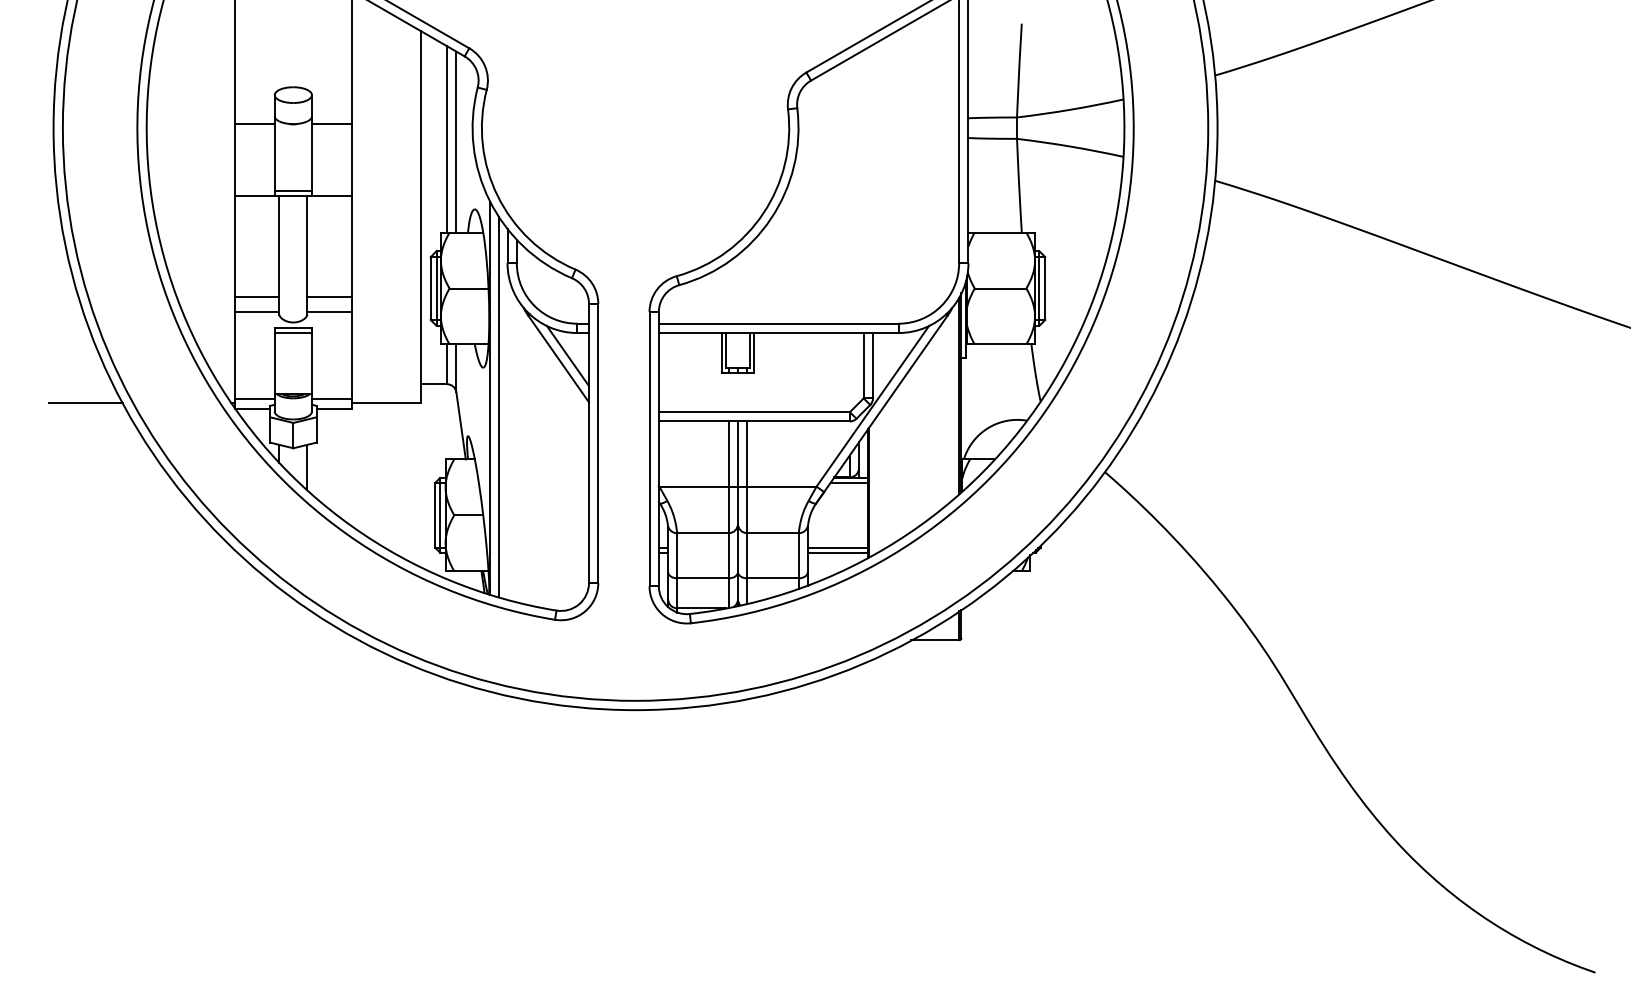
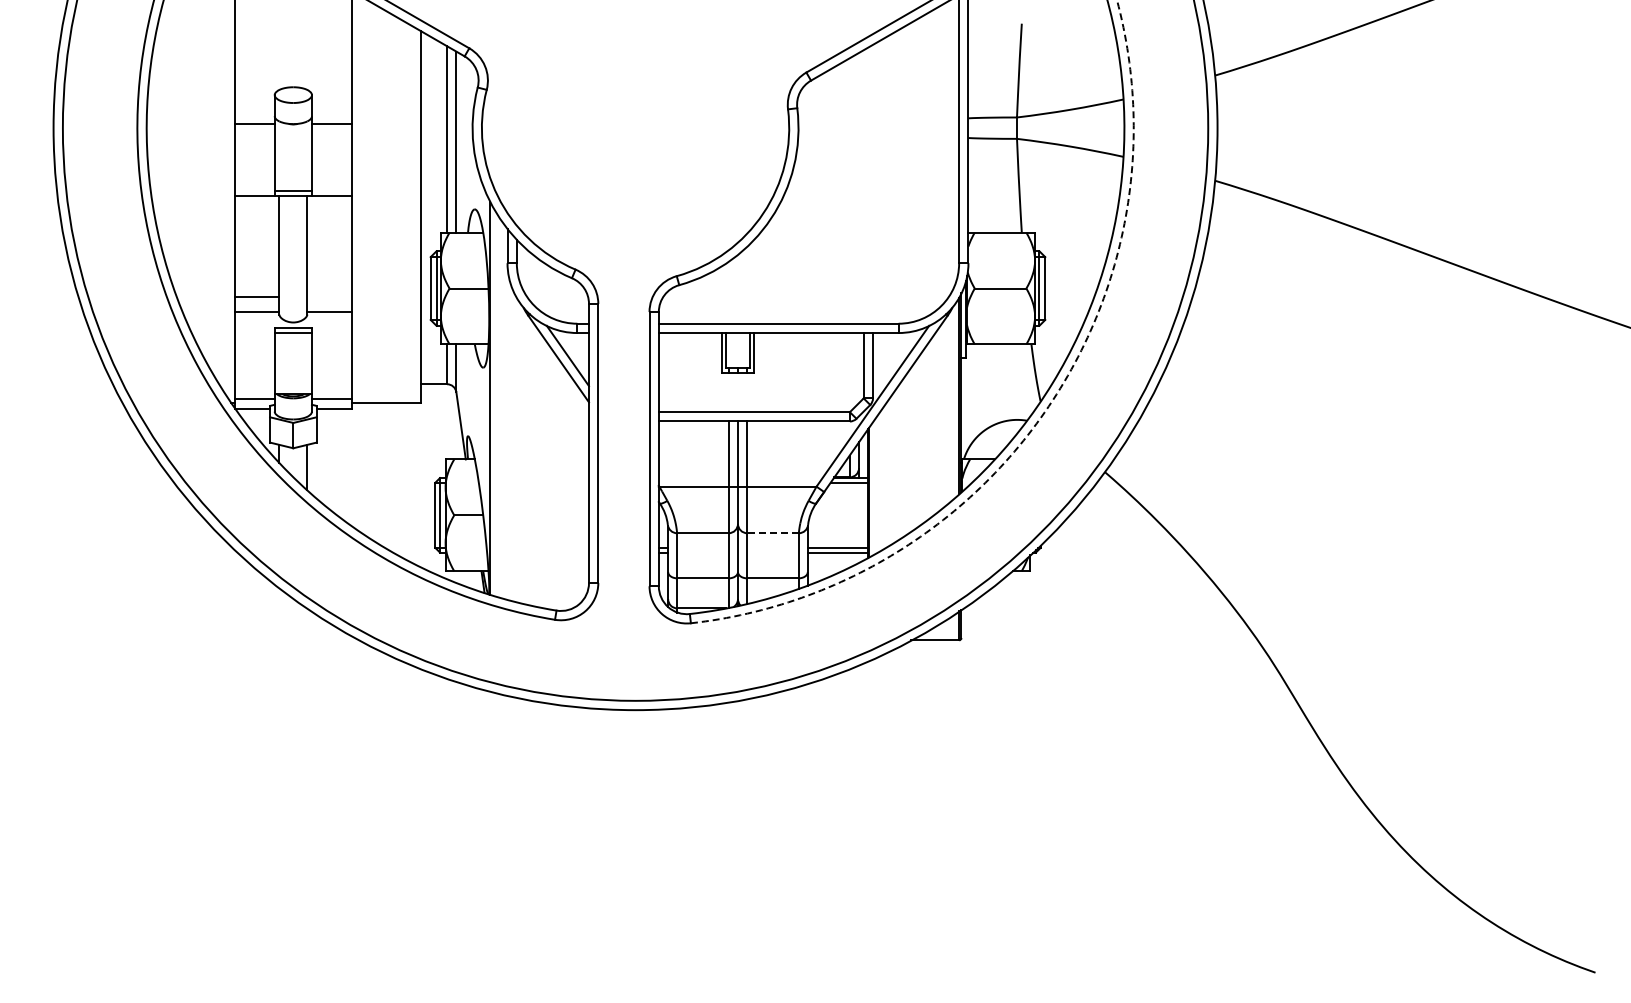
line at (329, 296): present -> none
line at (85, 402): present -> none
line at (499, 407): present -> none
arc at (1046, 409): solid -> dashed
line at (773, 533): solid -> dashed
